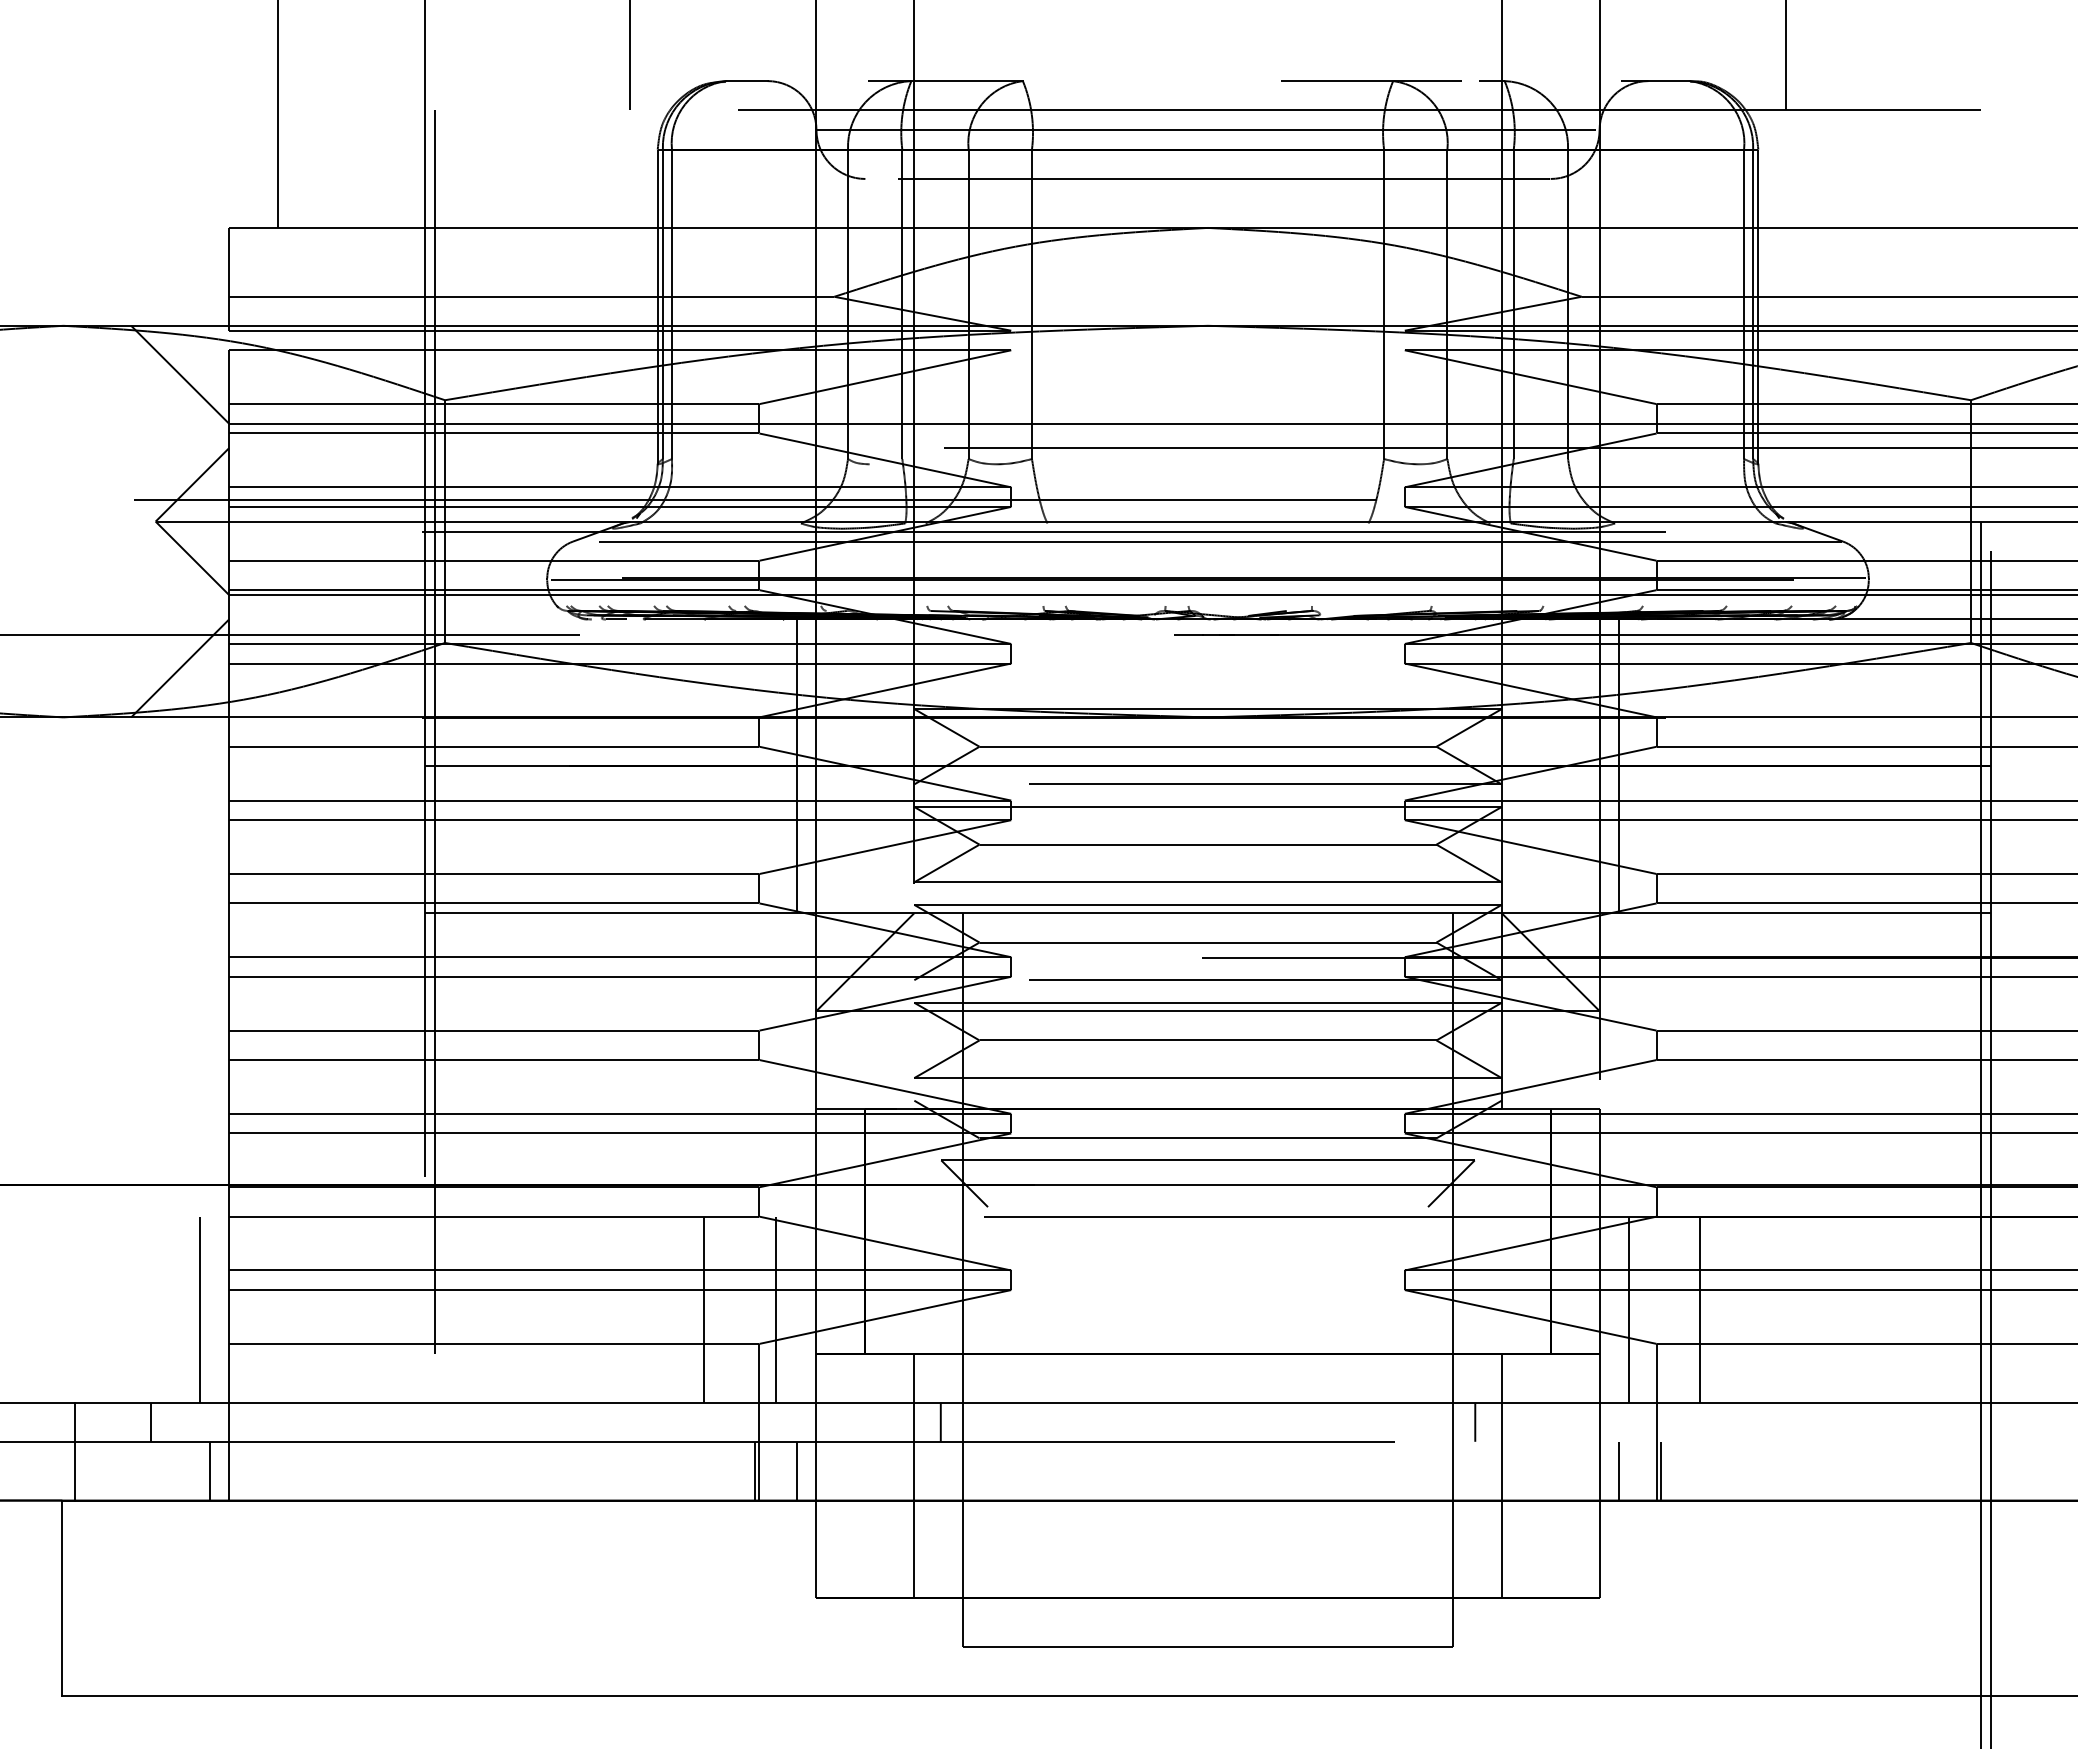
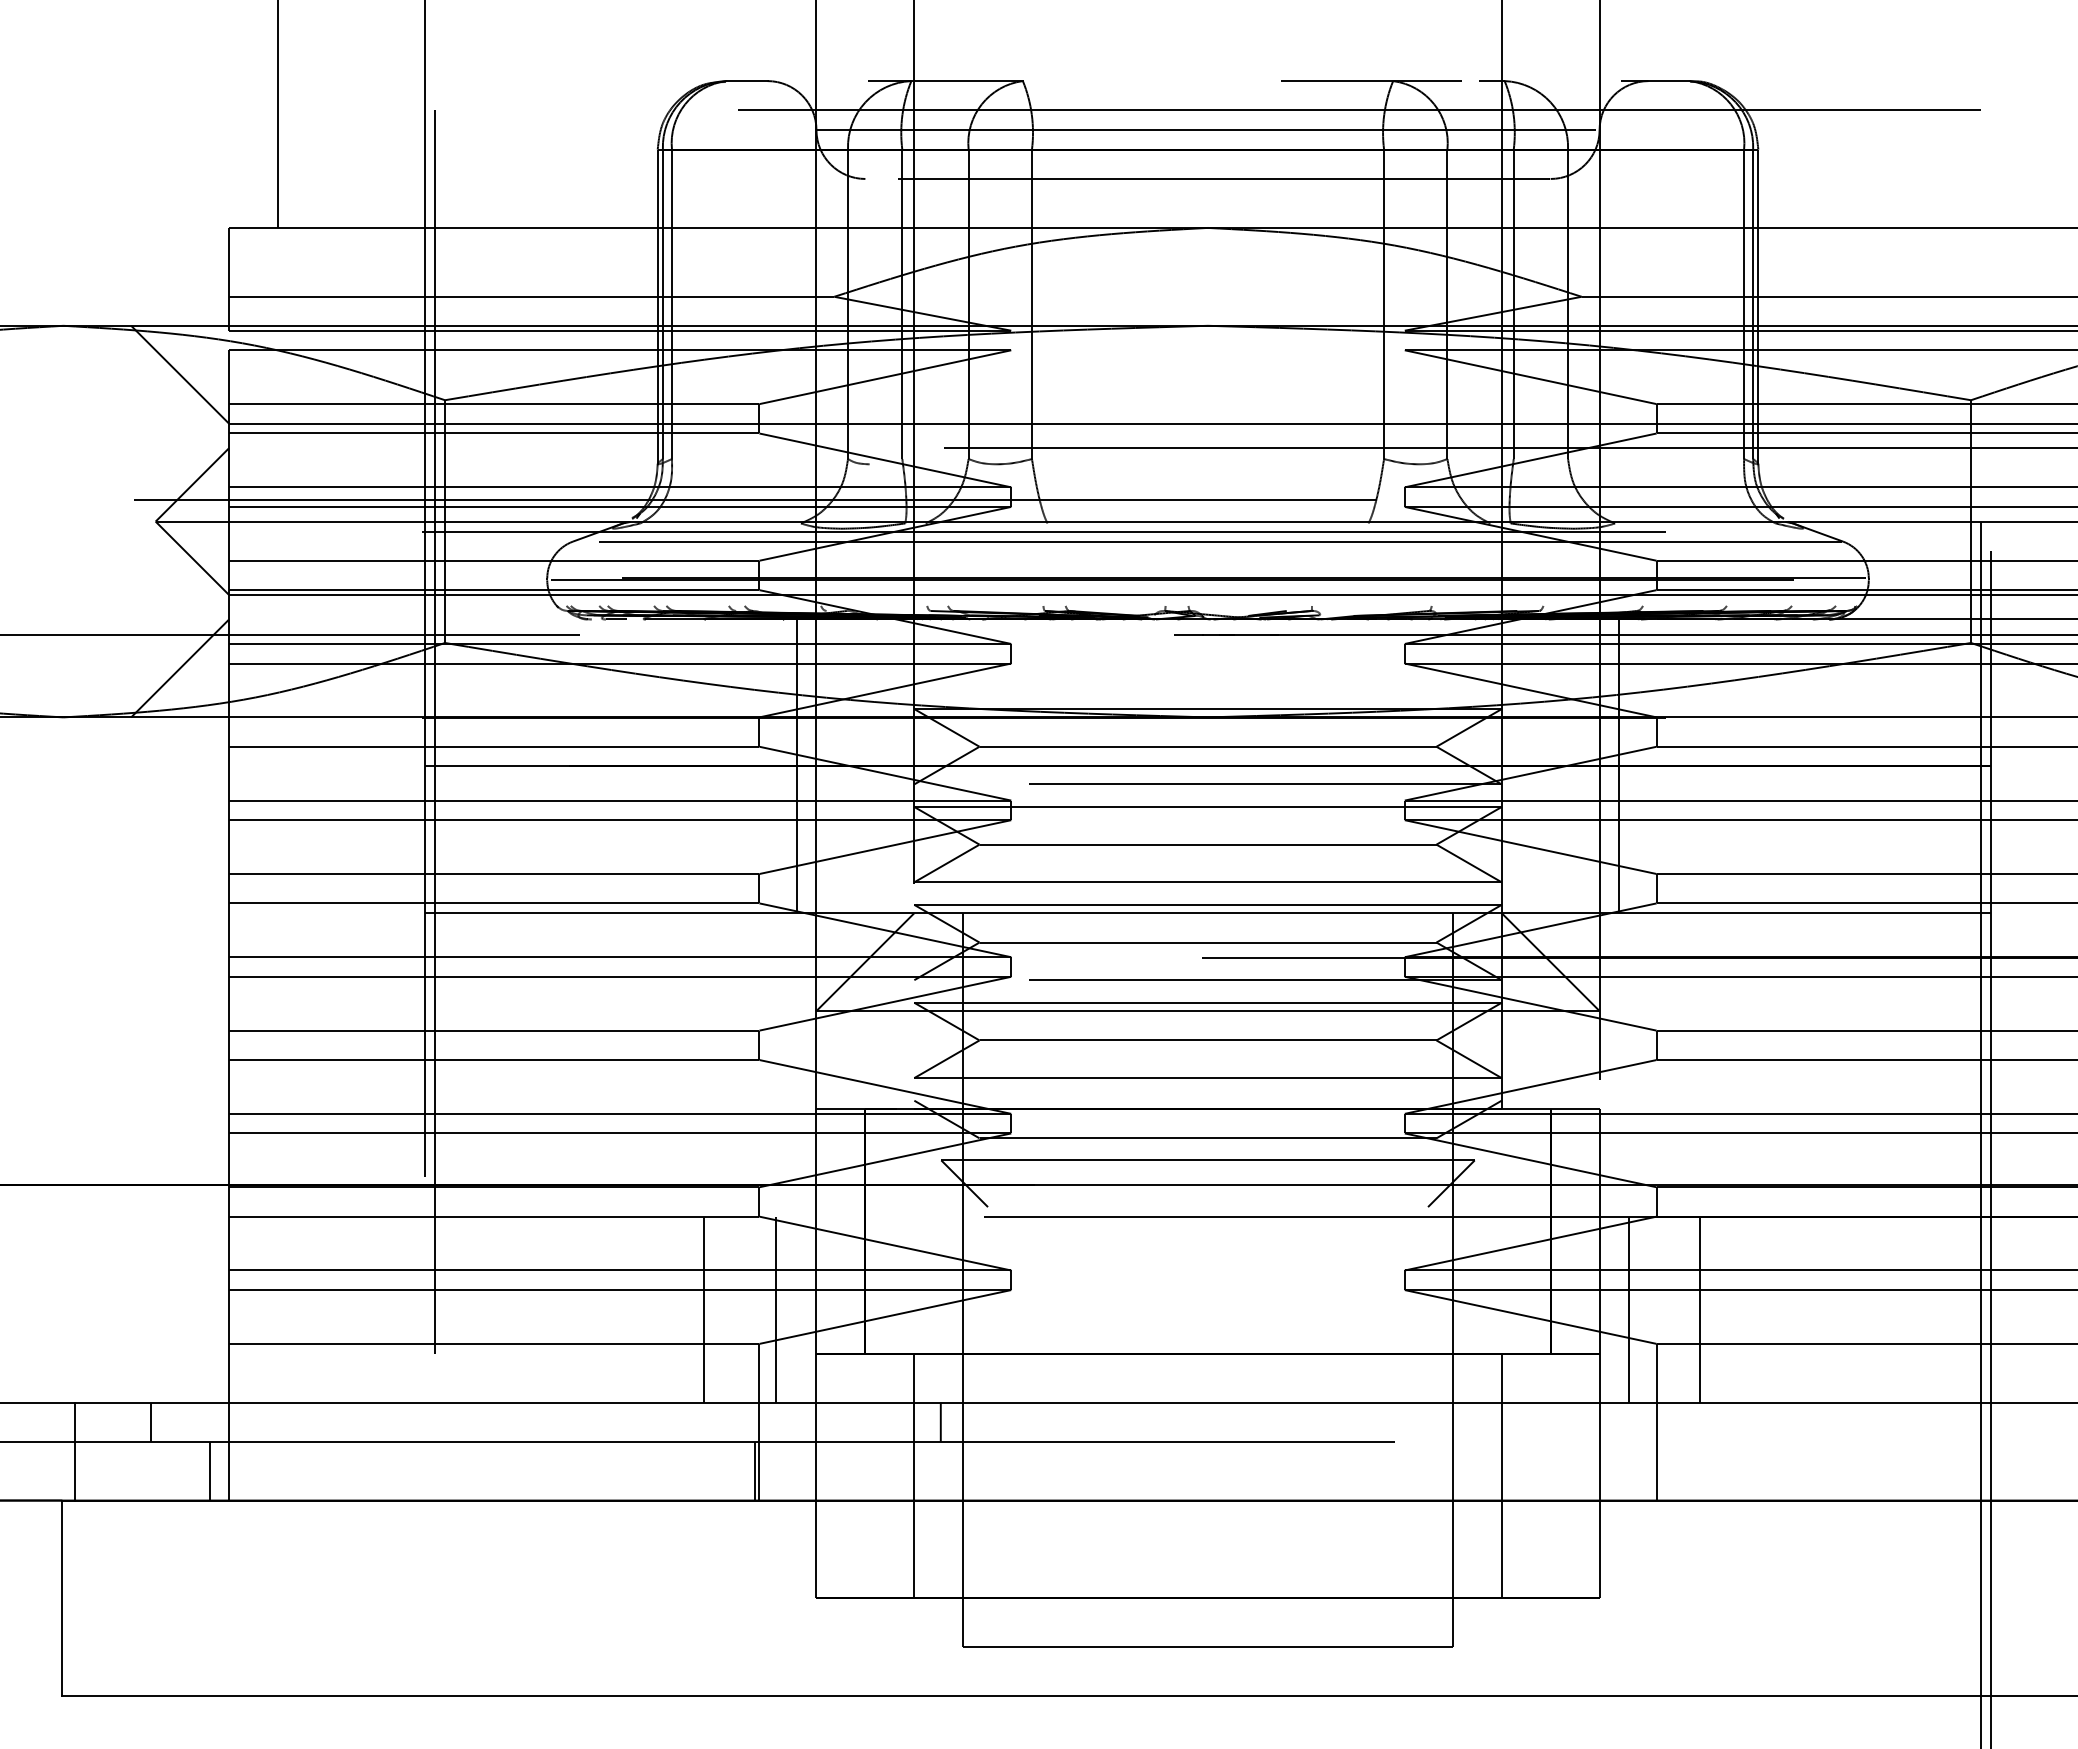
line at (630, 56): present -> none
line at (1785, 56): present -> none
line at (200, 1309): present -> none
line at (1475, 1421): present -> none
line at (796, 1470): present -> none
line at (1619, 1470): present -> none
line at (1660, 1470): present -> none
